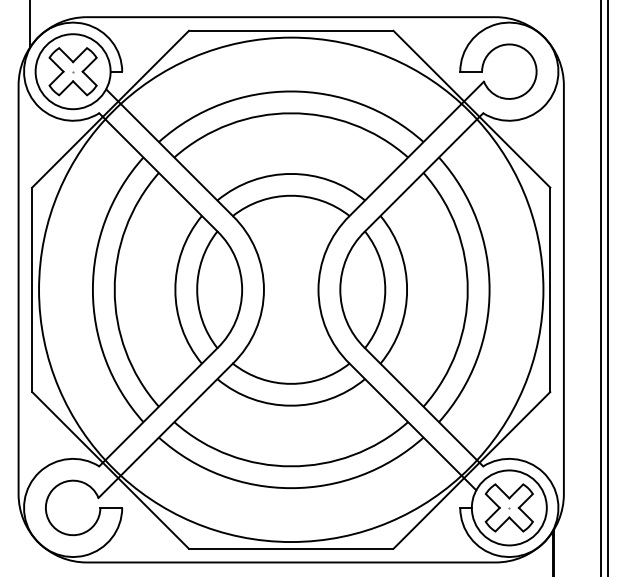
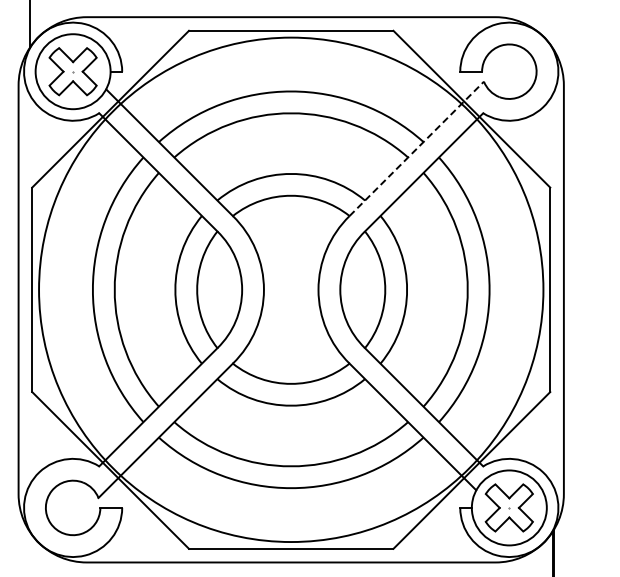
line at (417, 148): solid -> dashed
line at (601, 287): present -> none
line at (607, 287): present -> none
